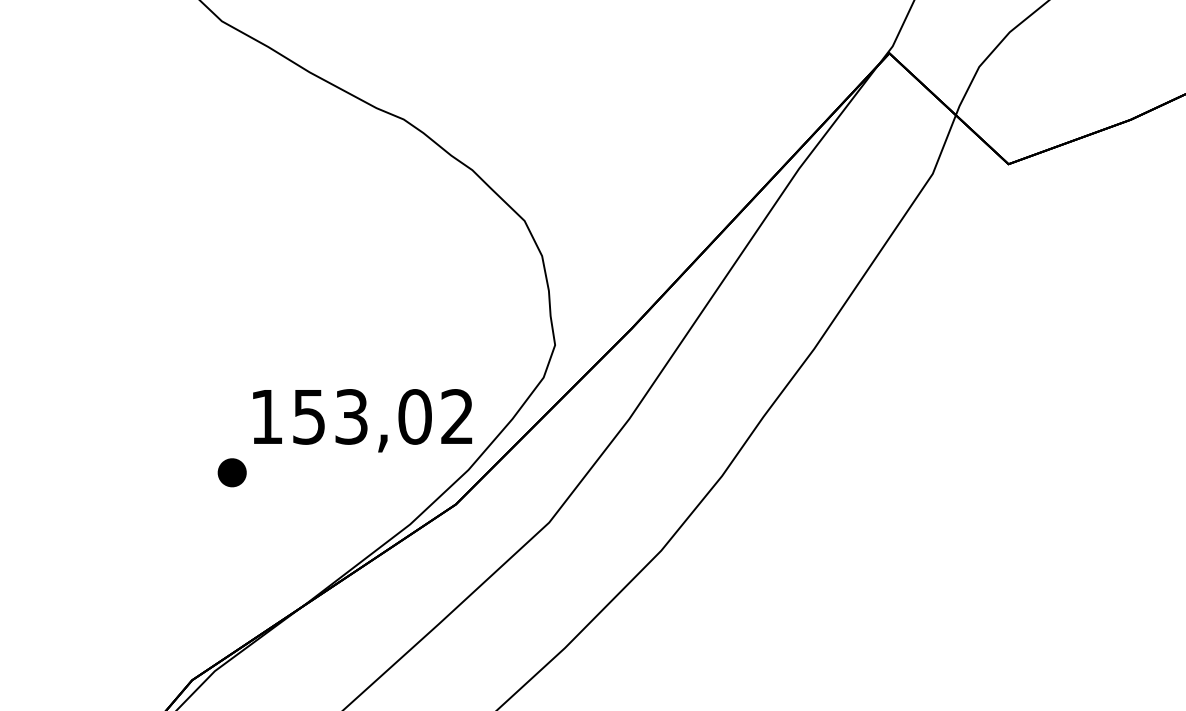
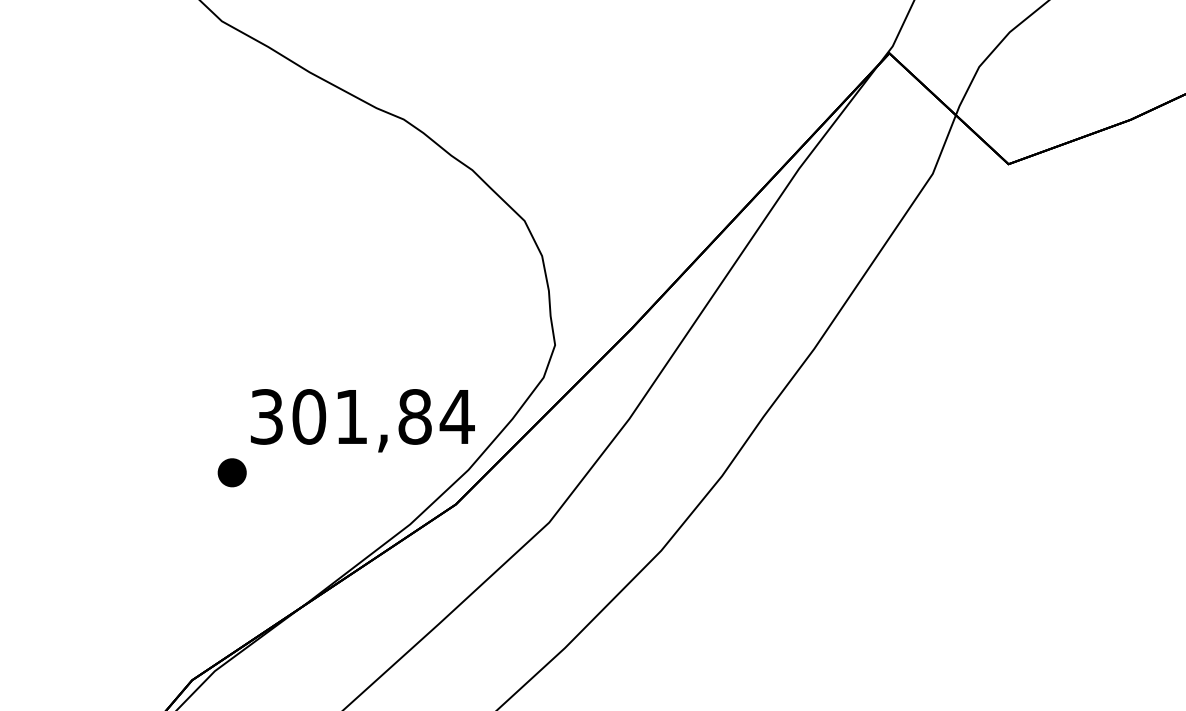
text at (362, 416): 153,02 -> 301,84
